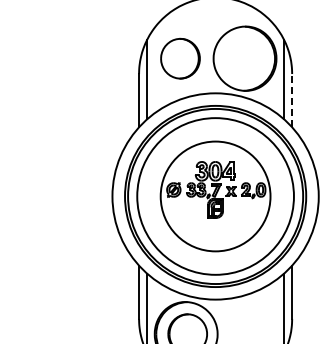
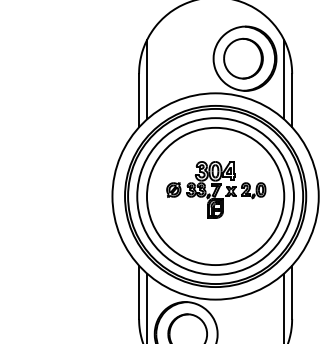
part at (180, 58) position: (180, 58) -> (243, 58)
line at (292, 100): dashed -> solid
circle at (215, 196) diameter: 110 px -> 137 px
